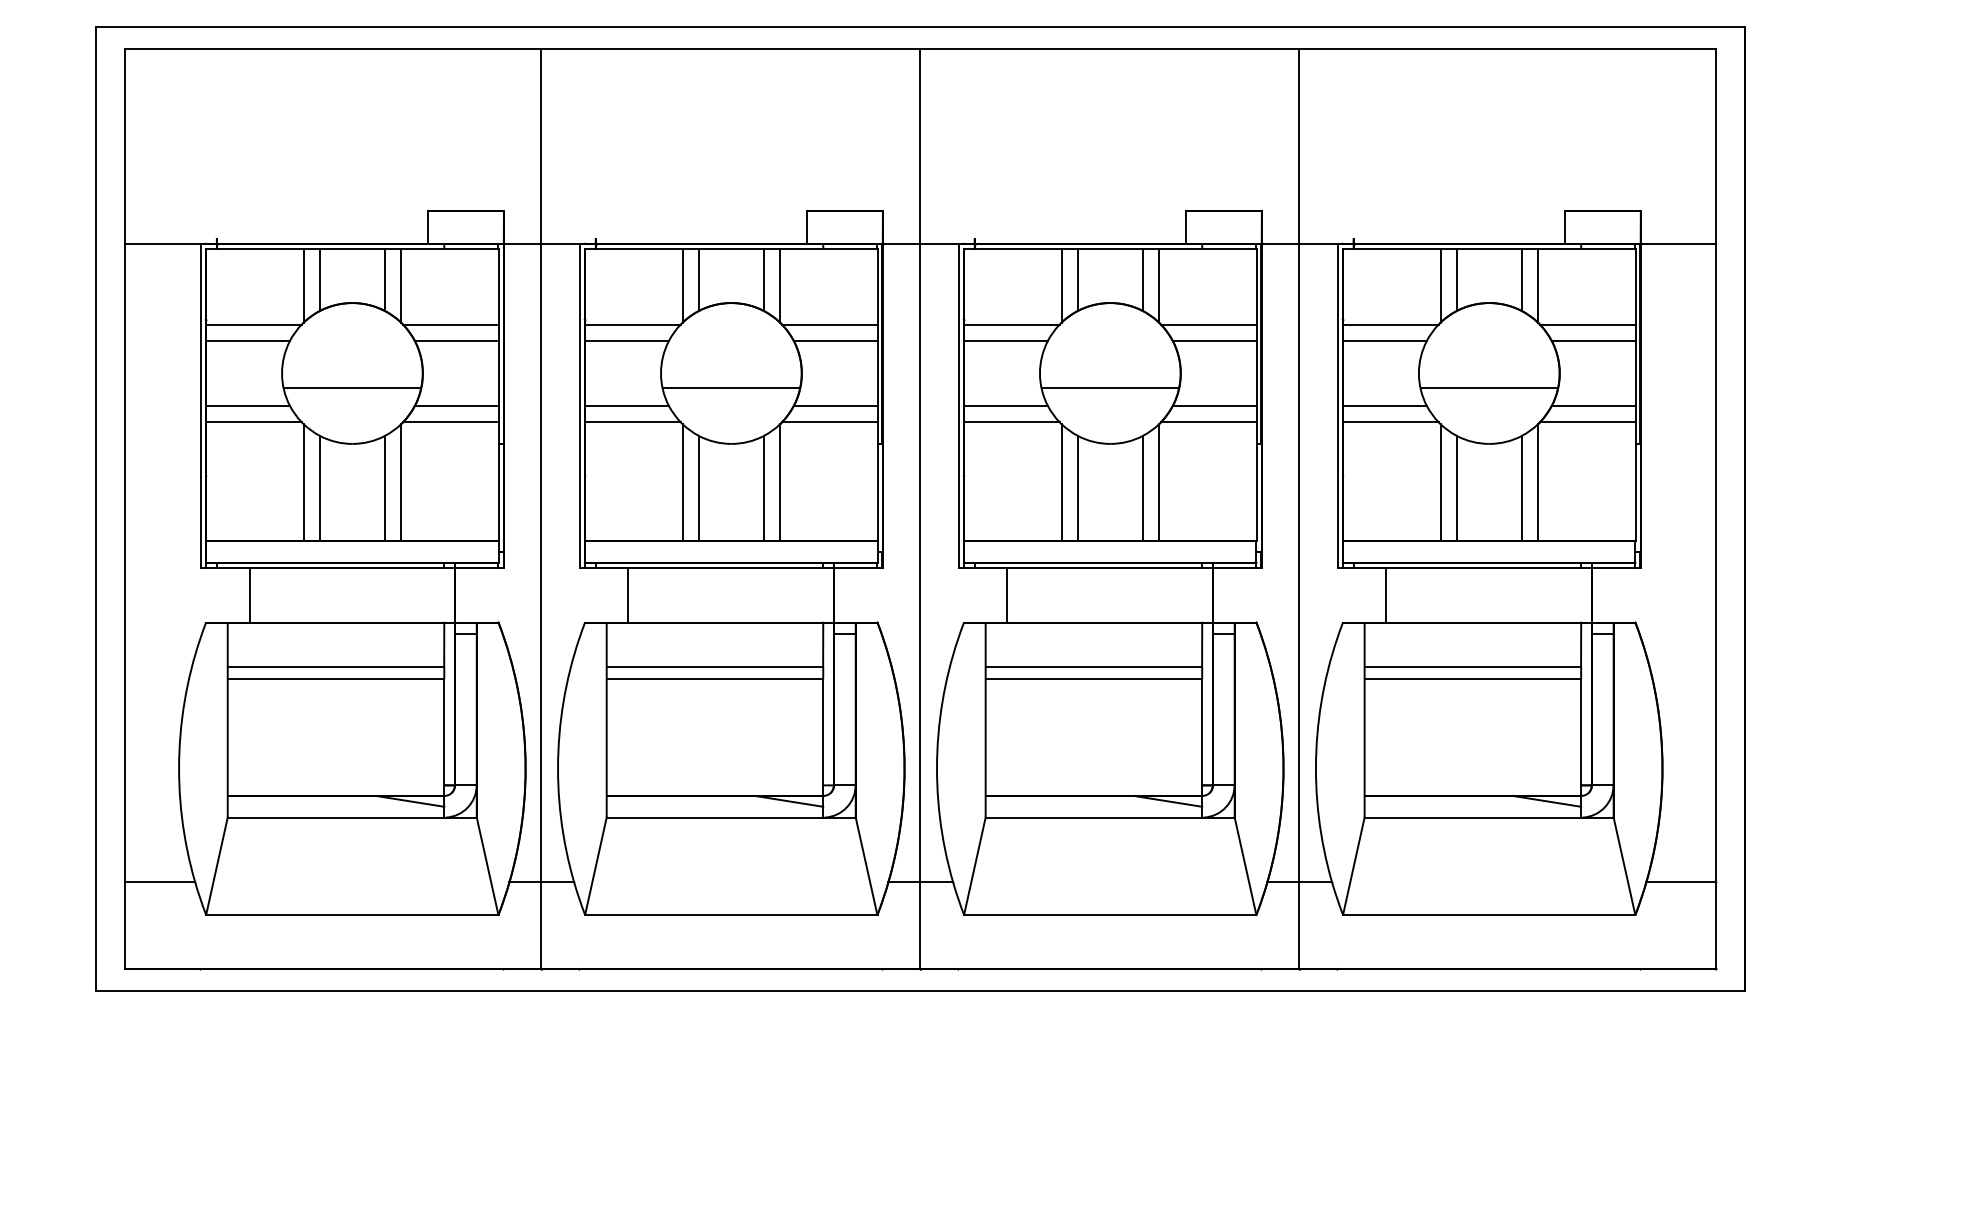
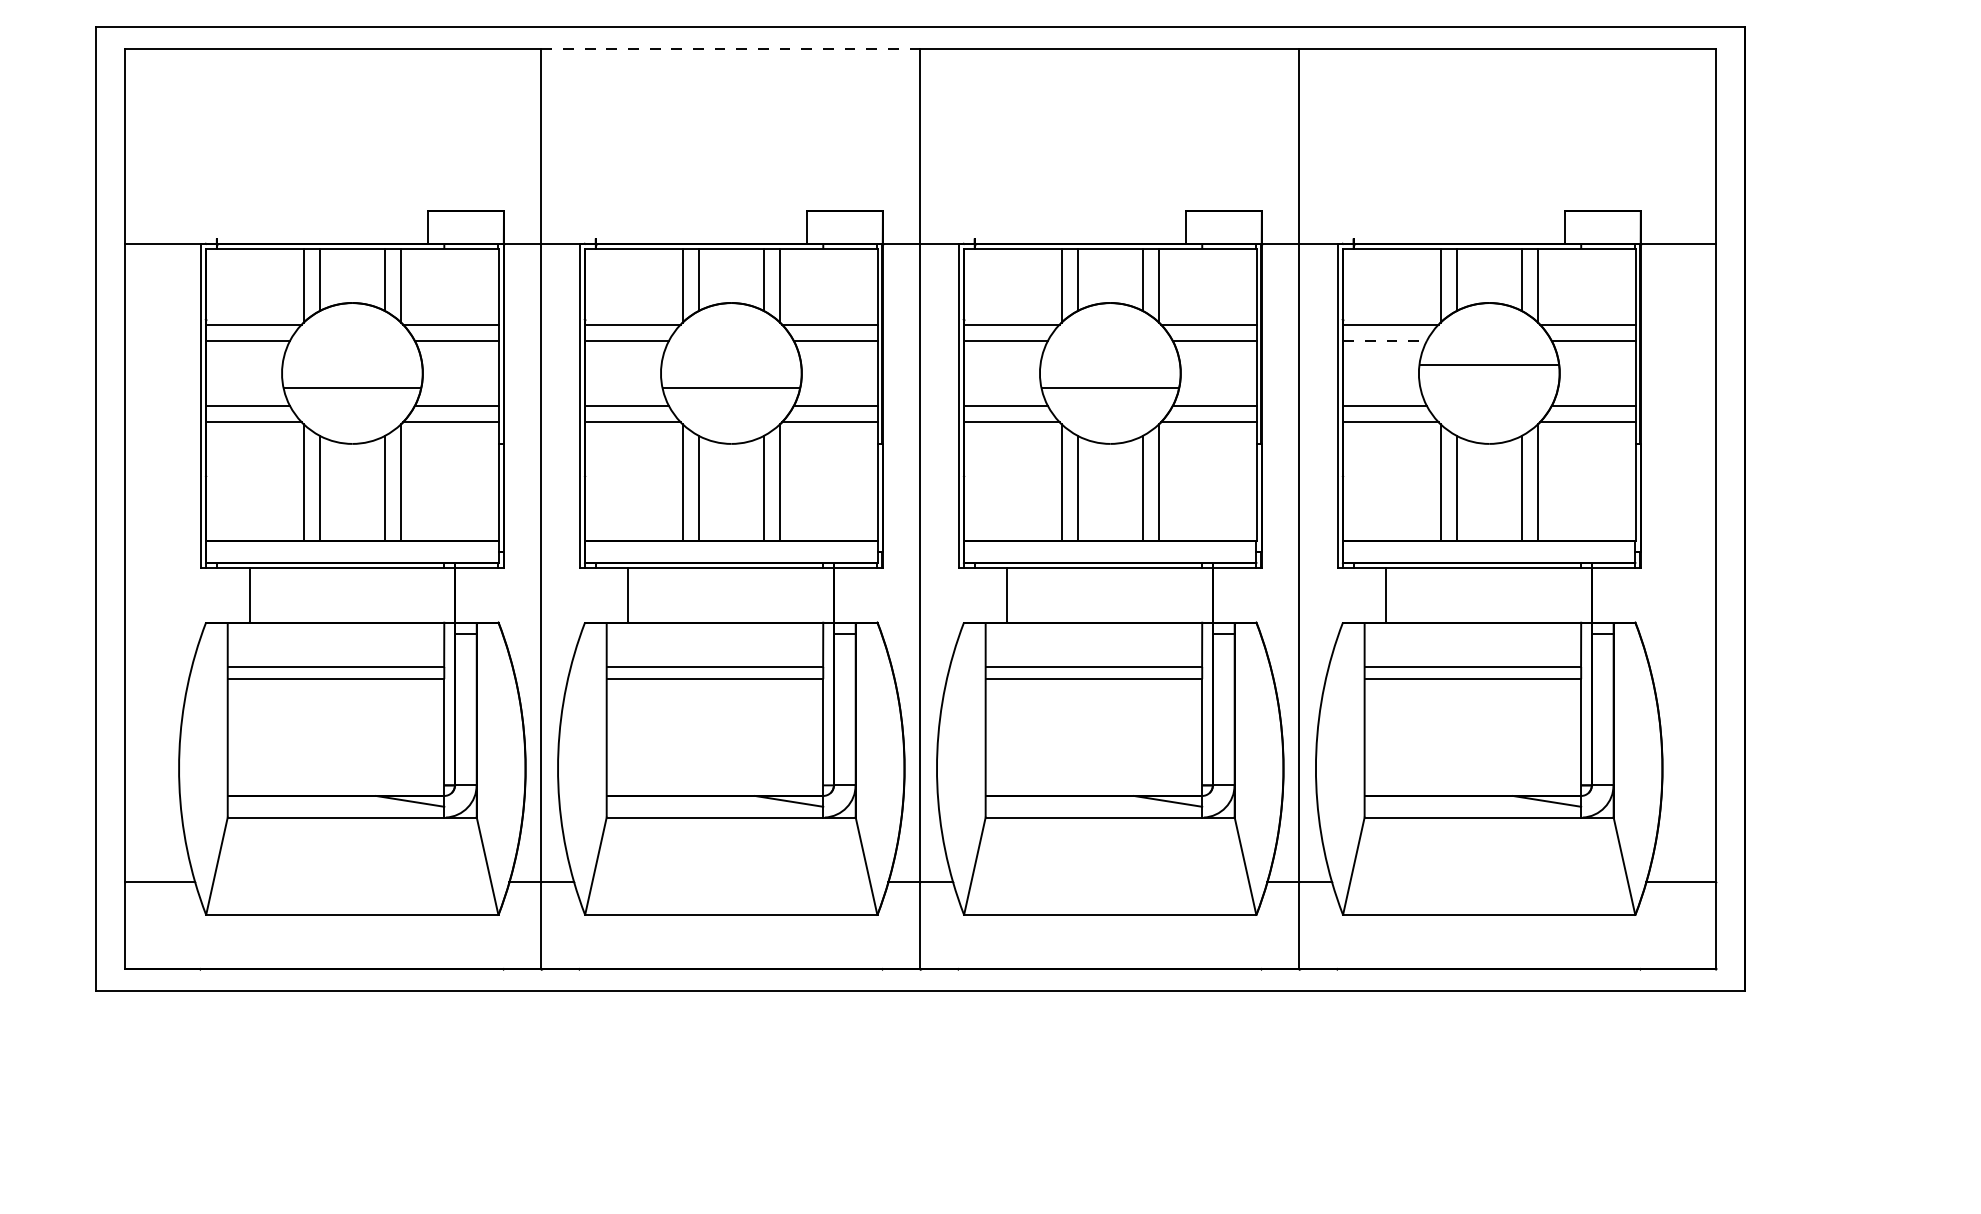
line at (730, 48): solid -> dashed
line at (1385, 341): solid -> dashed
line at (1489, 388) position: (1489, 388) -> (1489, 365)
